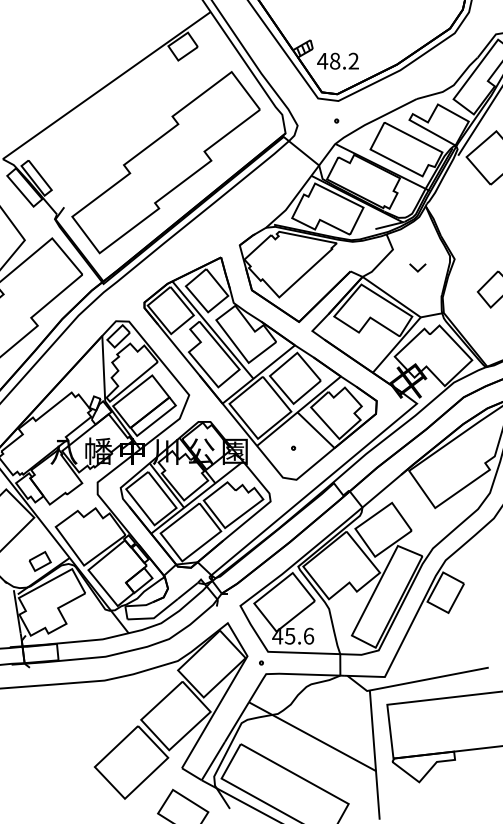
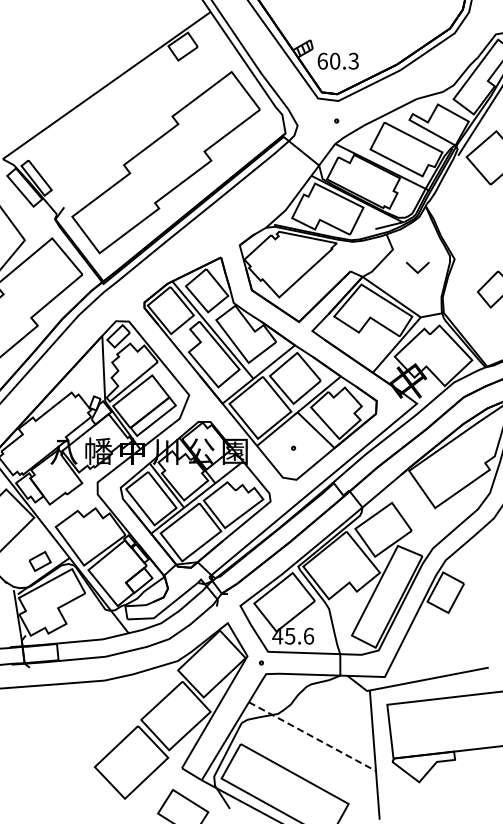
text at (337, 60): 48.2 -> 60.3
part at (417, 267) size: 18x10 px -> 24x13 px
line at (311, 736): solid -> dashed
